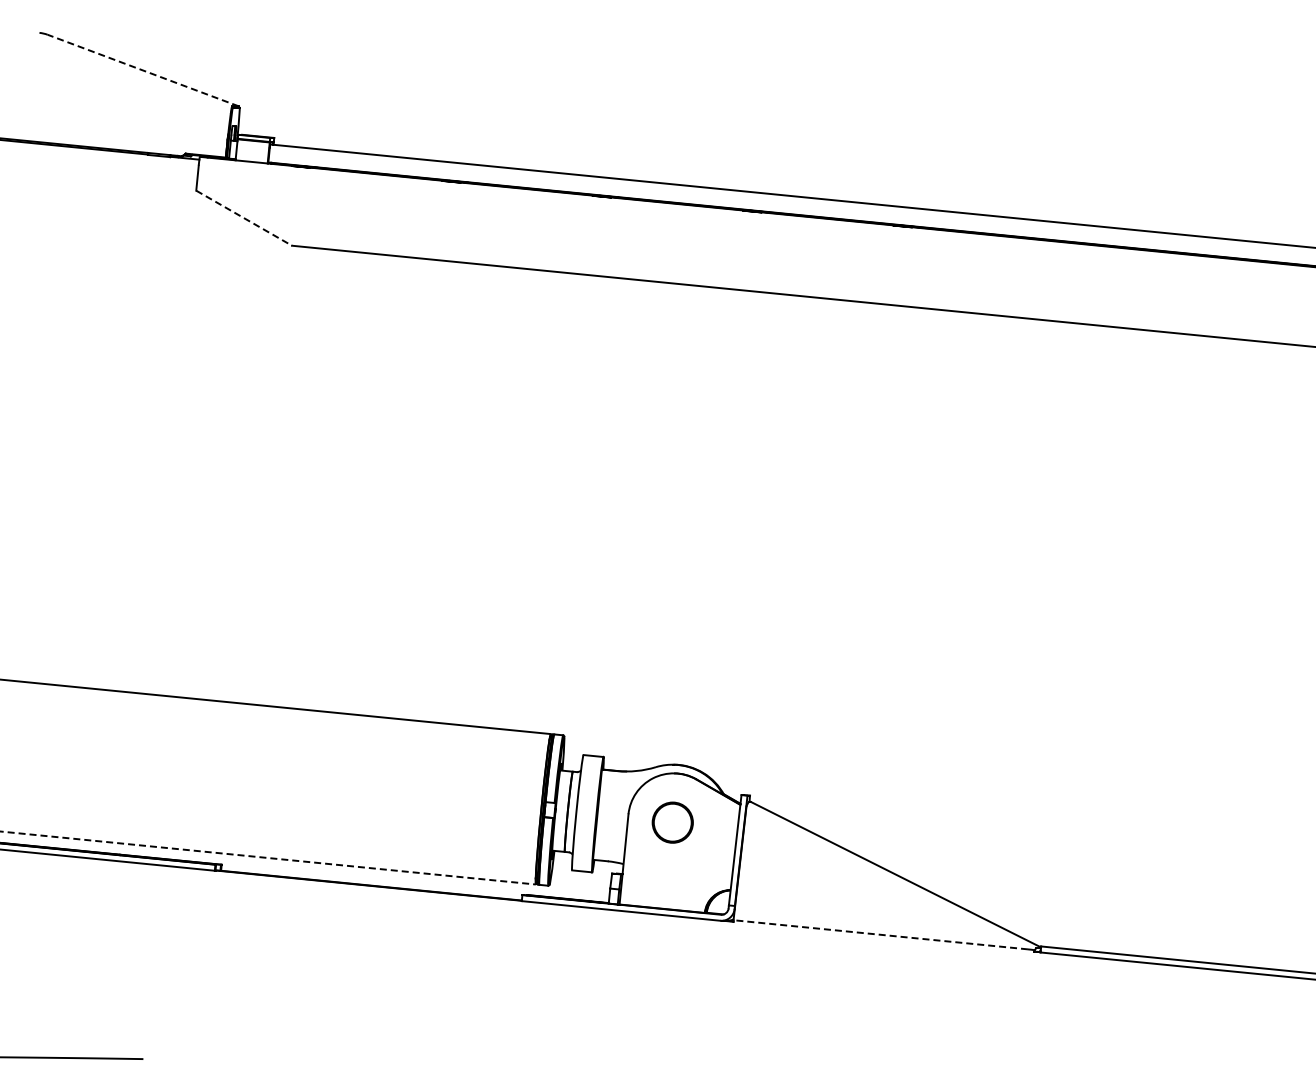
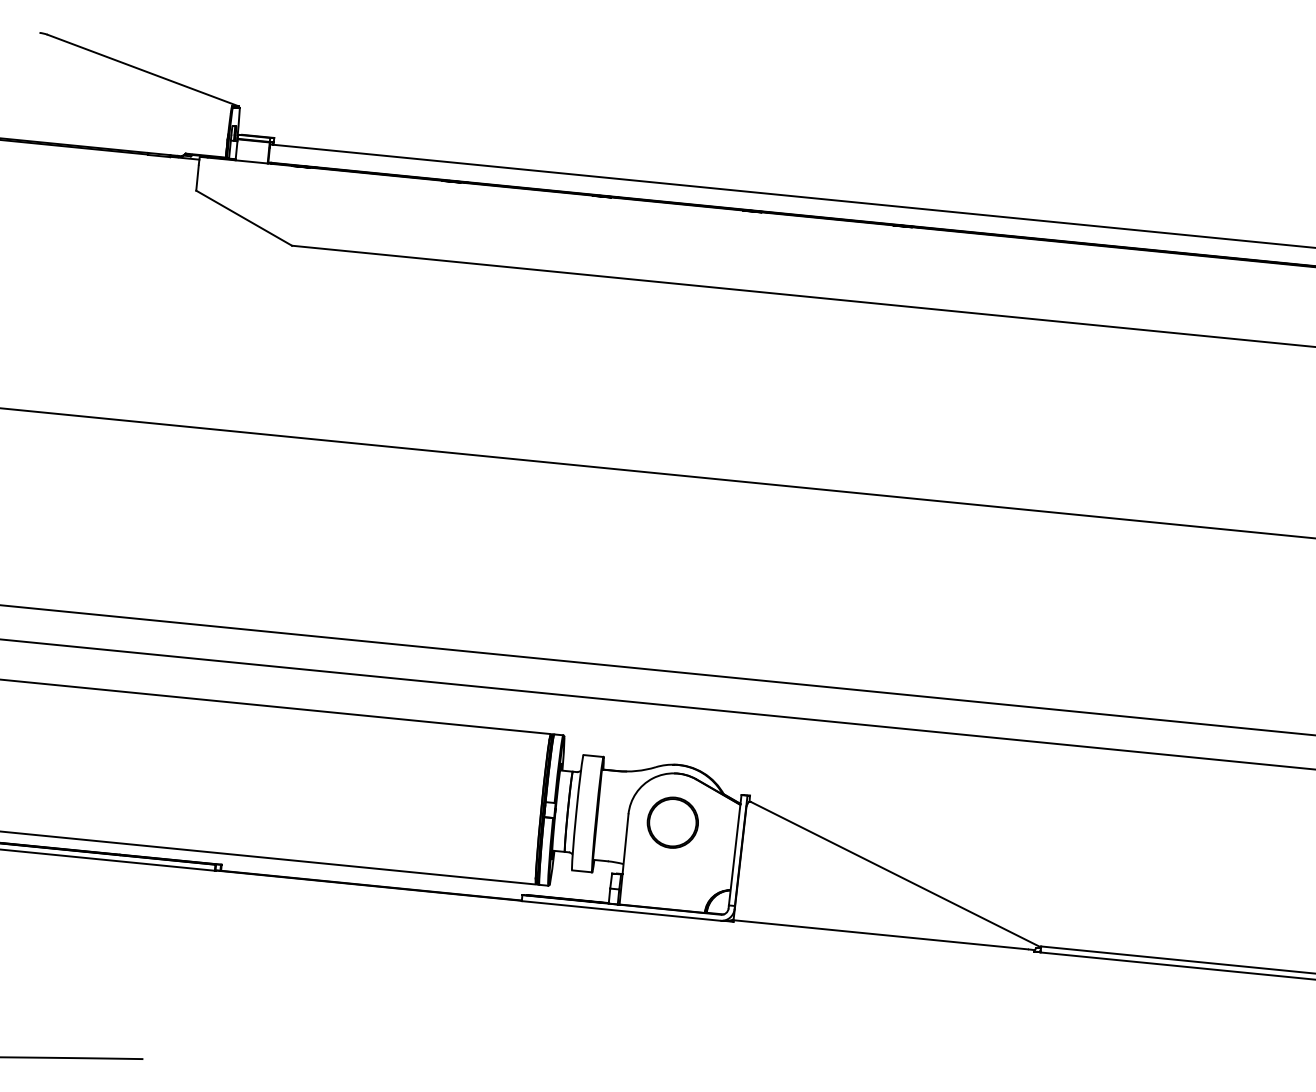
line at (142, 70): dashed -> solid
line at (244, 218): dashed -> solid
line at (657, 473): none -> present
line at (657, 670): none -> present
line at (657, 704): none -> present
part at (672, 822) size: 43x43 px -> 53x53 px
line at (268, 858): dashed -> solid
line at (880, 934): dashed -> solid
